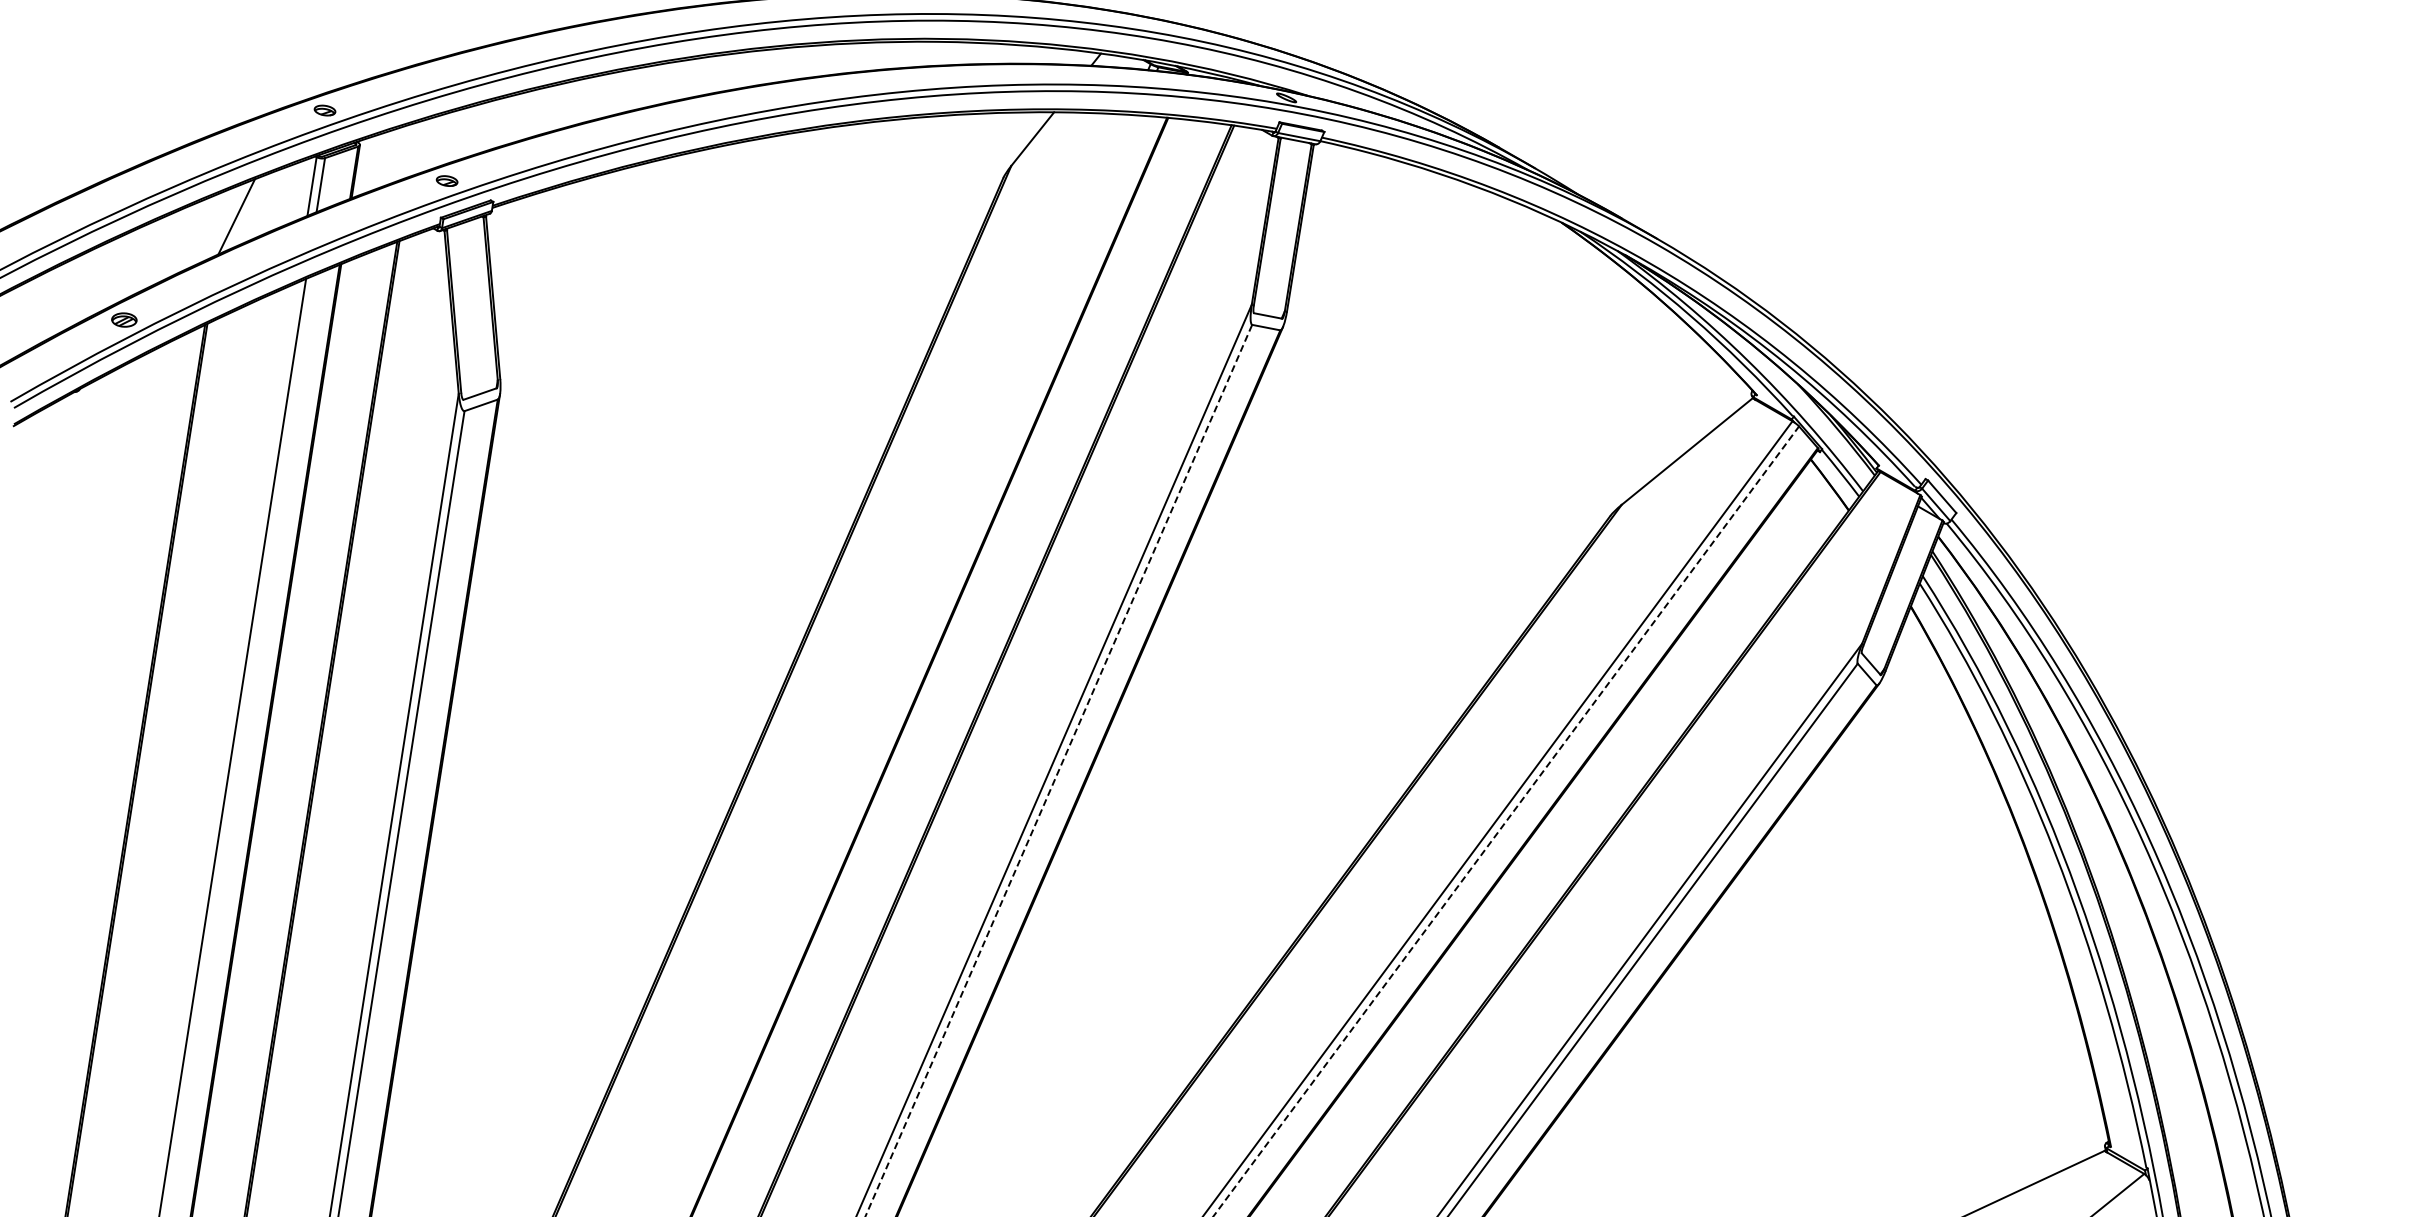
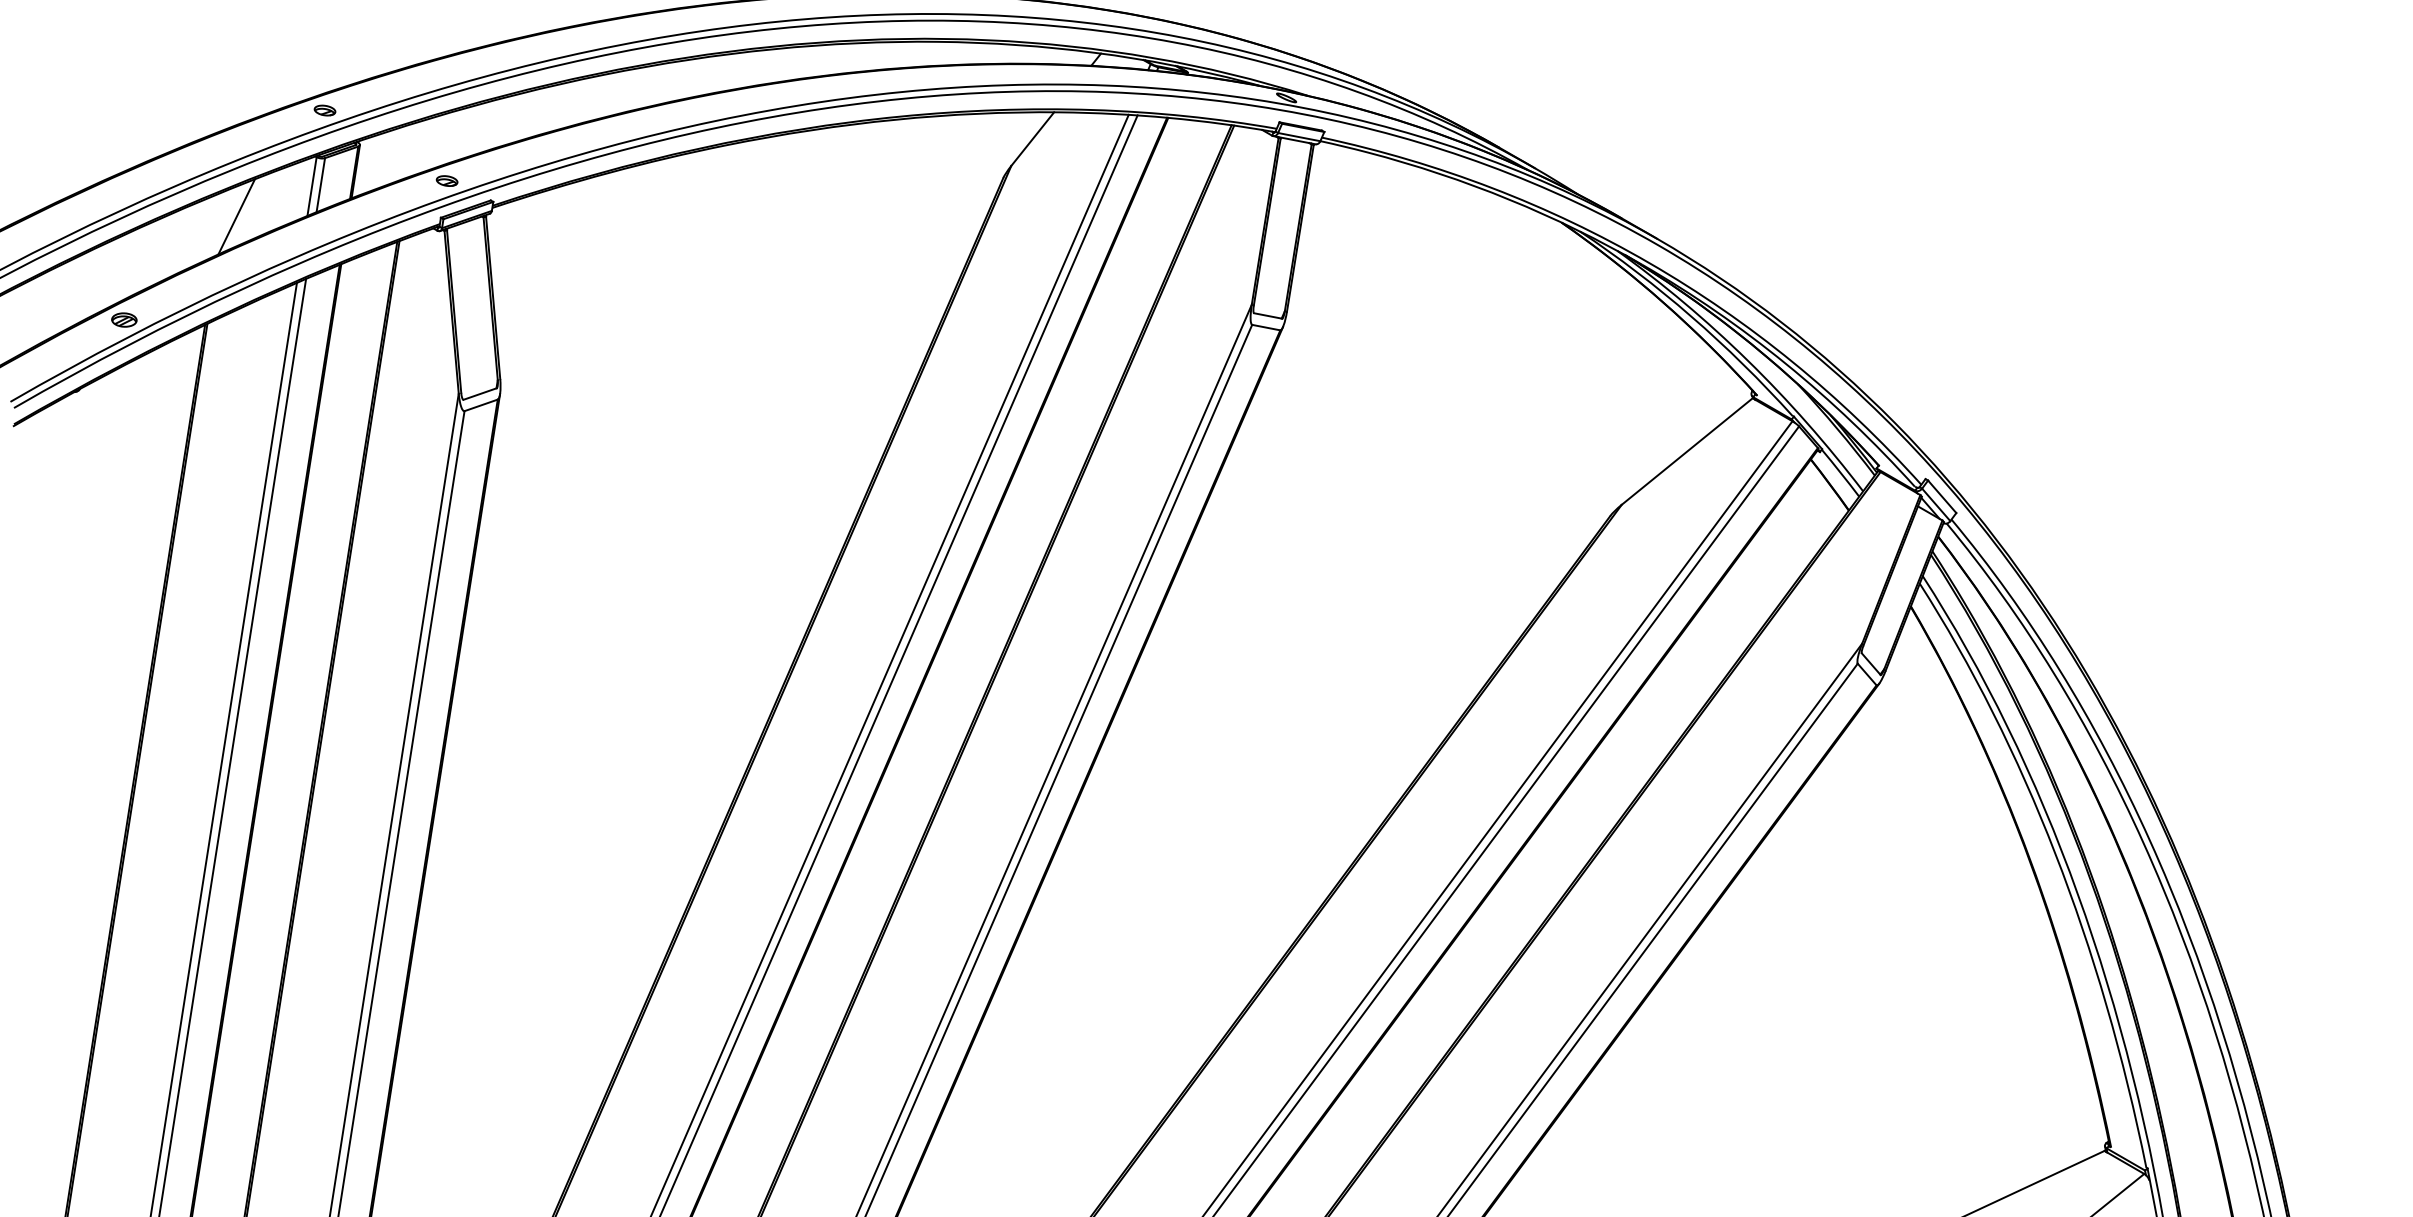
line at (890, 663): none -> present
line at (899, 664): none -> present
line at (223, 747): none -> present
line at (1058, 770): dashed -> solid
line at (1506, 821): dashed -> solid
